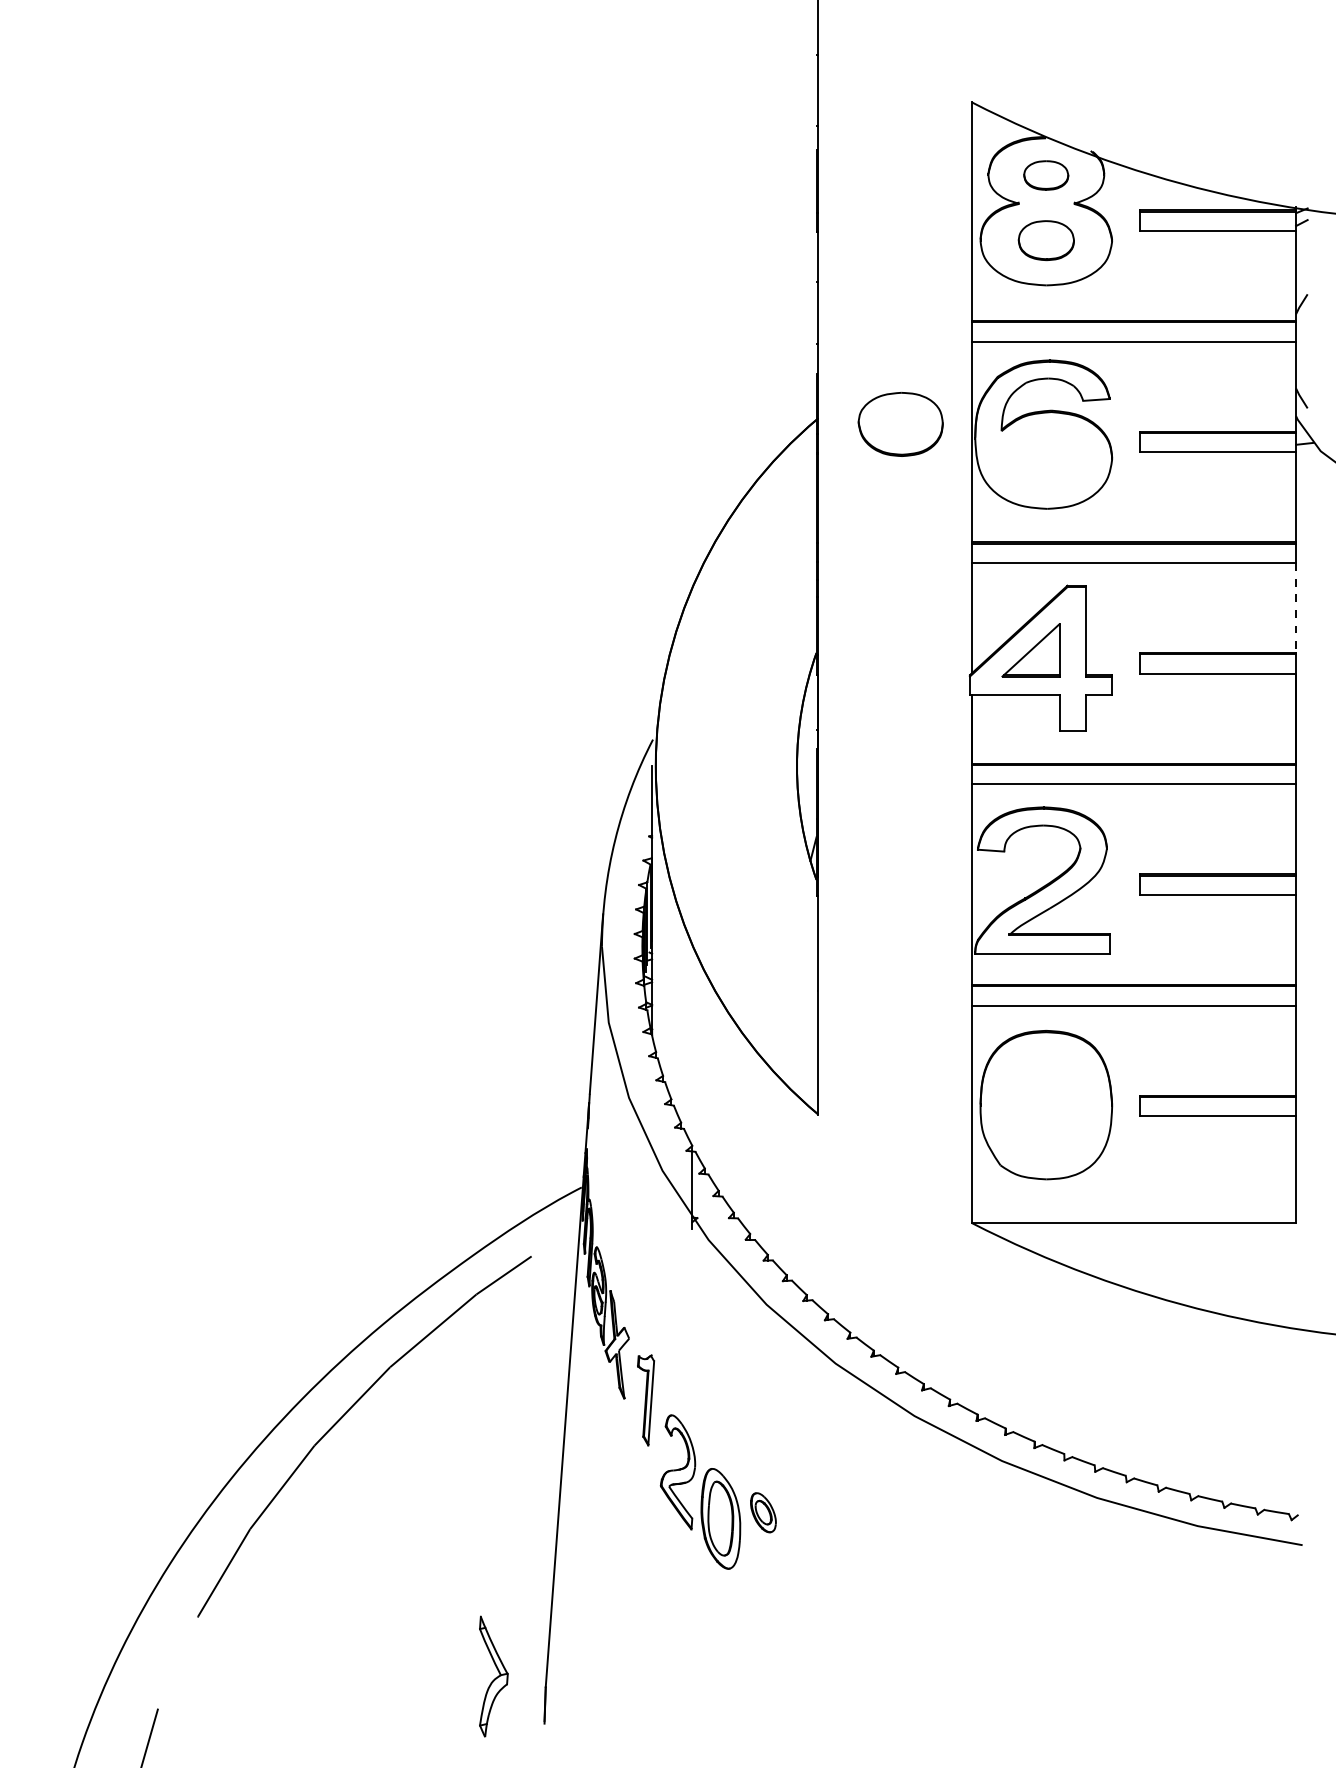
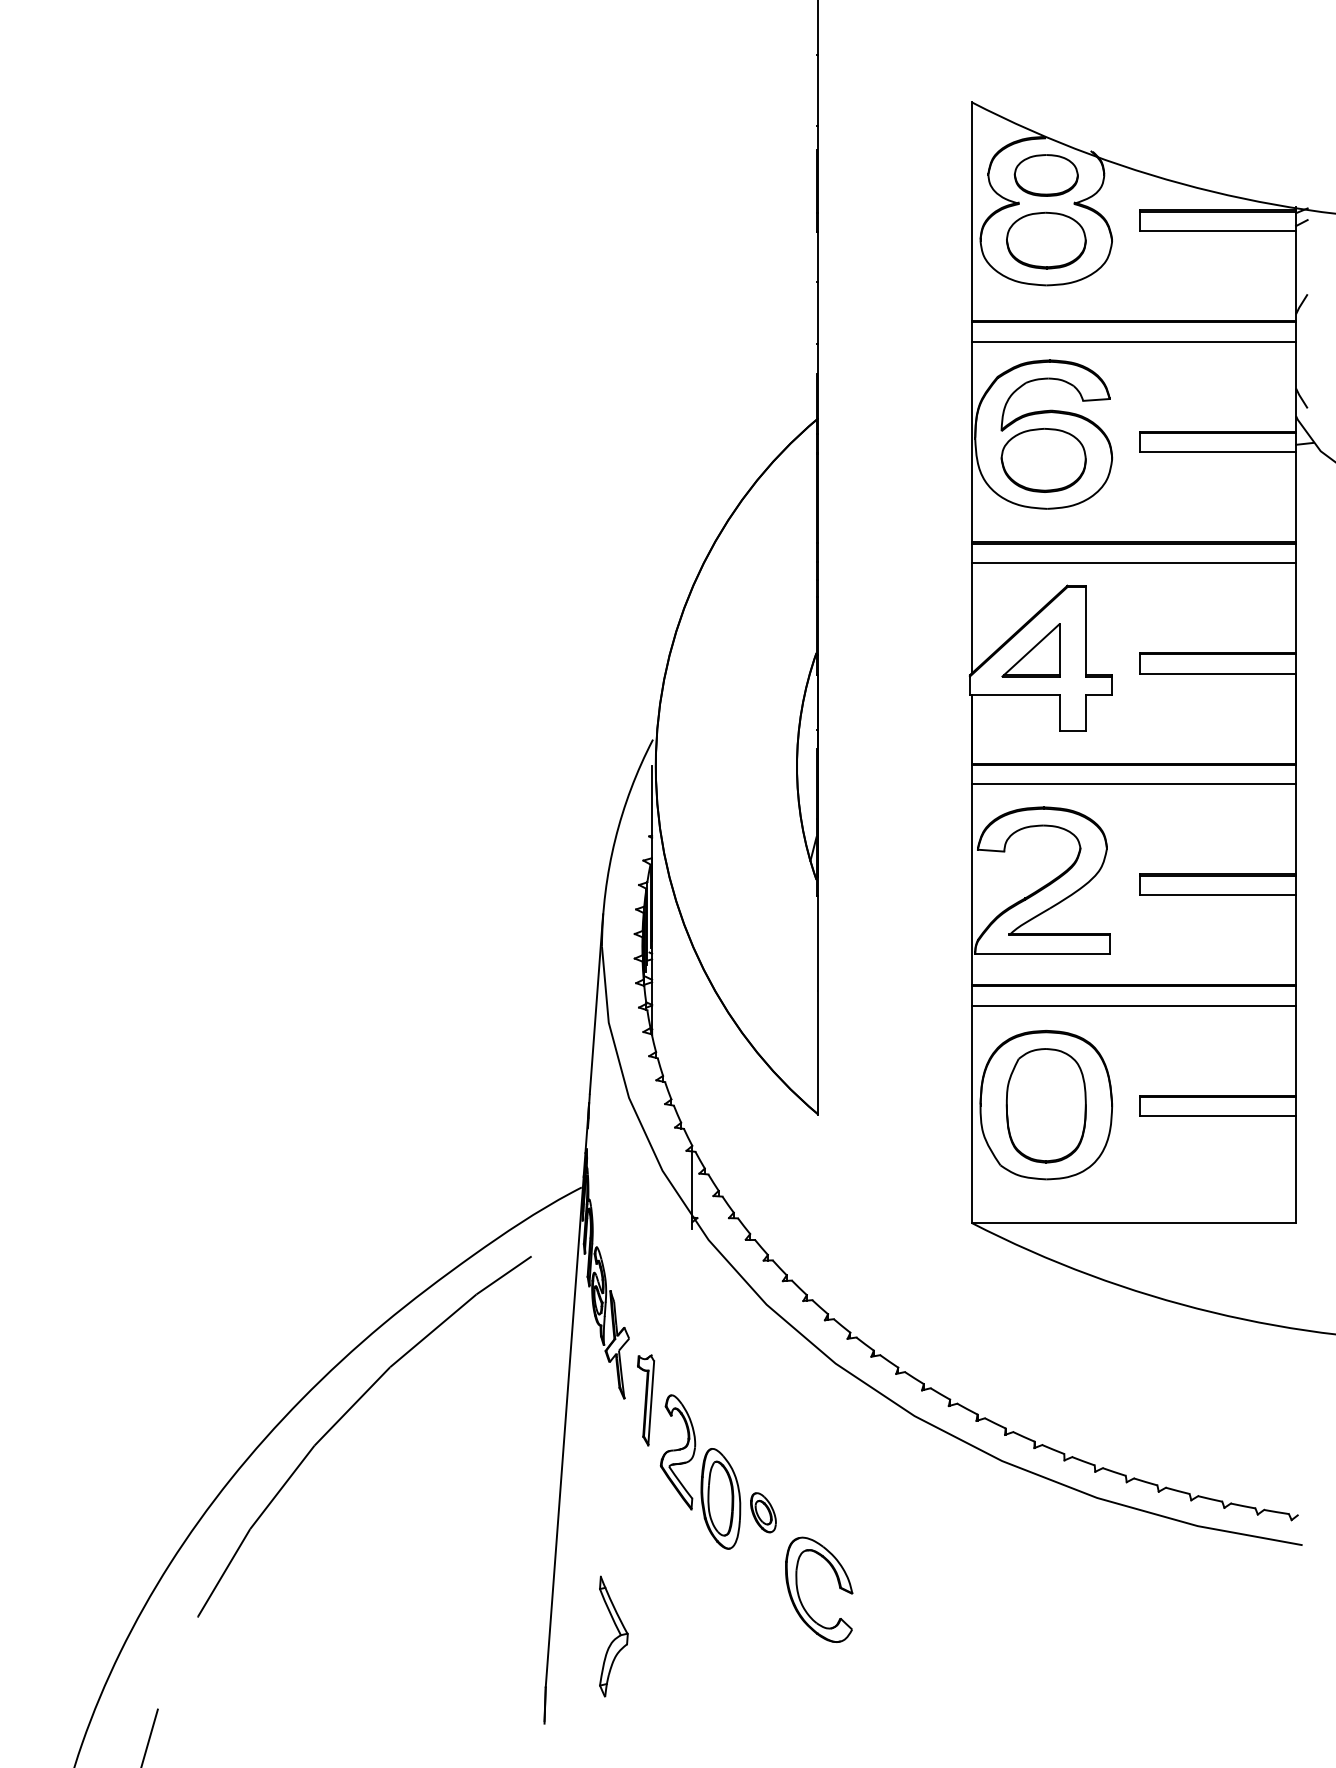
part at (1046, 175) size: 47x31 px -> 66x43 px
part at (1045, 240) size: 58x42 px -> 81x59 px
part at (900, 424) position: (900, 424) -> (1043, 460)
line at (1296, 608): dashed -> solid
part at (1045, 1105): none -> present
part at (700, 1491) position: (700, 1491) -> (700, 1471)
part at (838, 1585): none -> present
part at (493, 1676) position: (493, 1676) -> (613, 1636)
